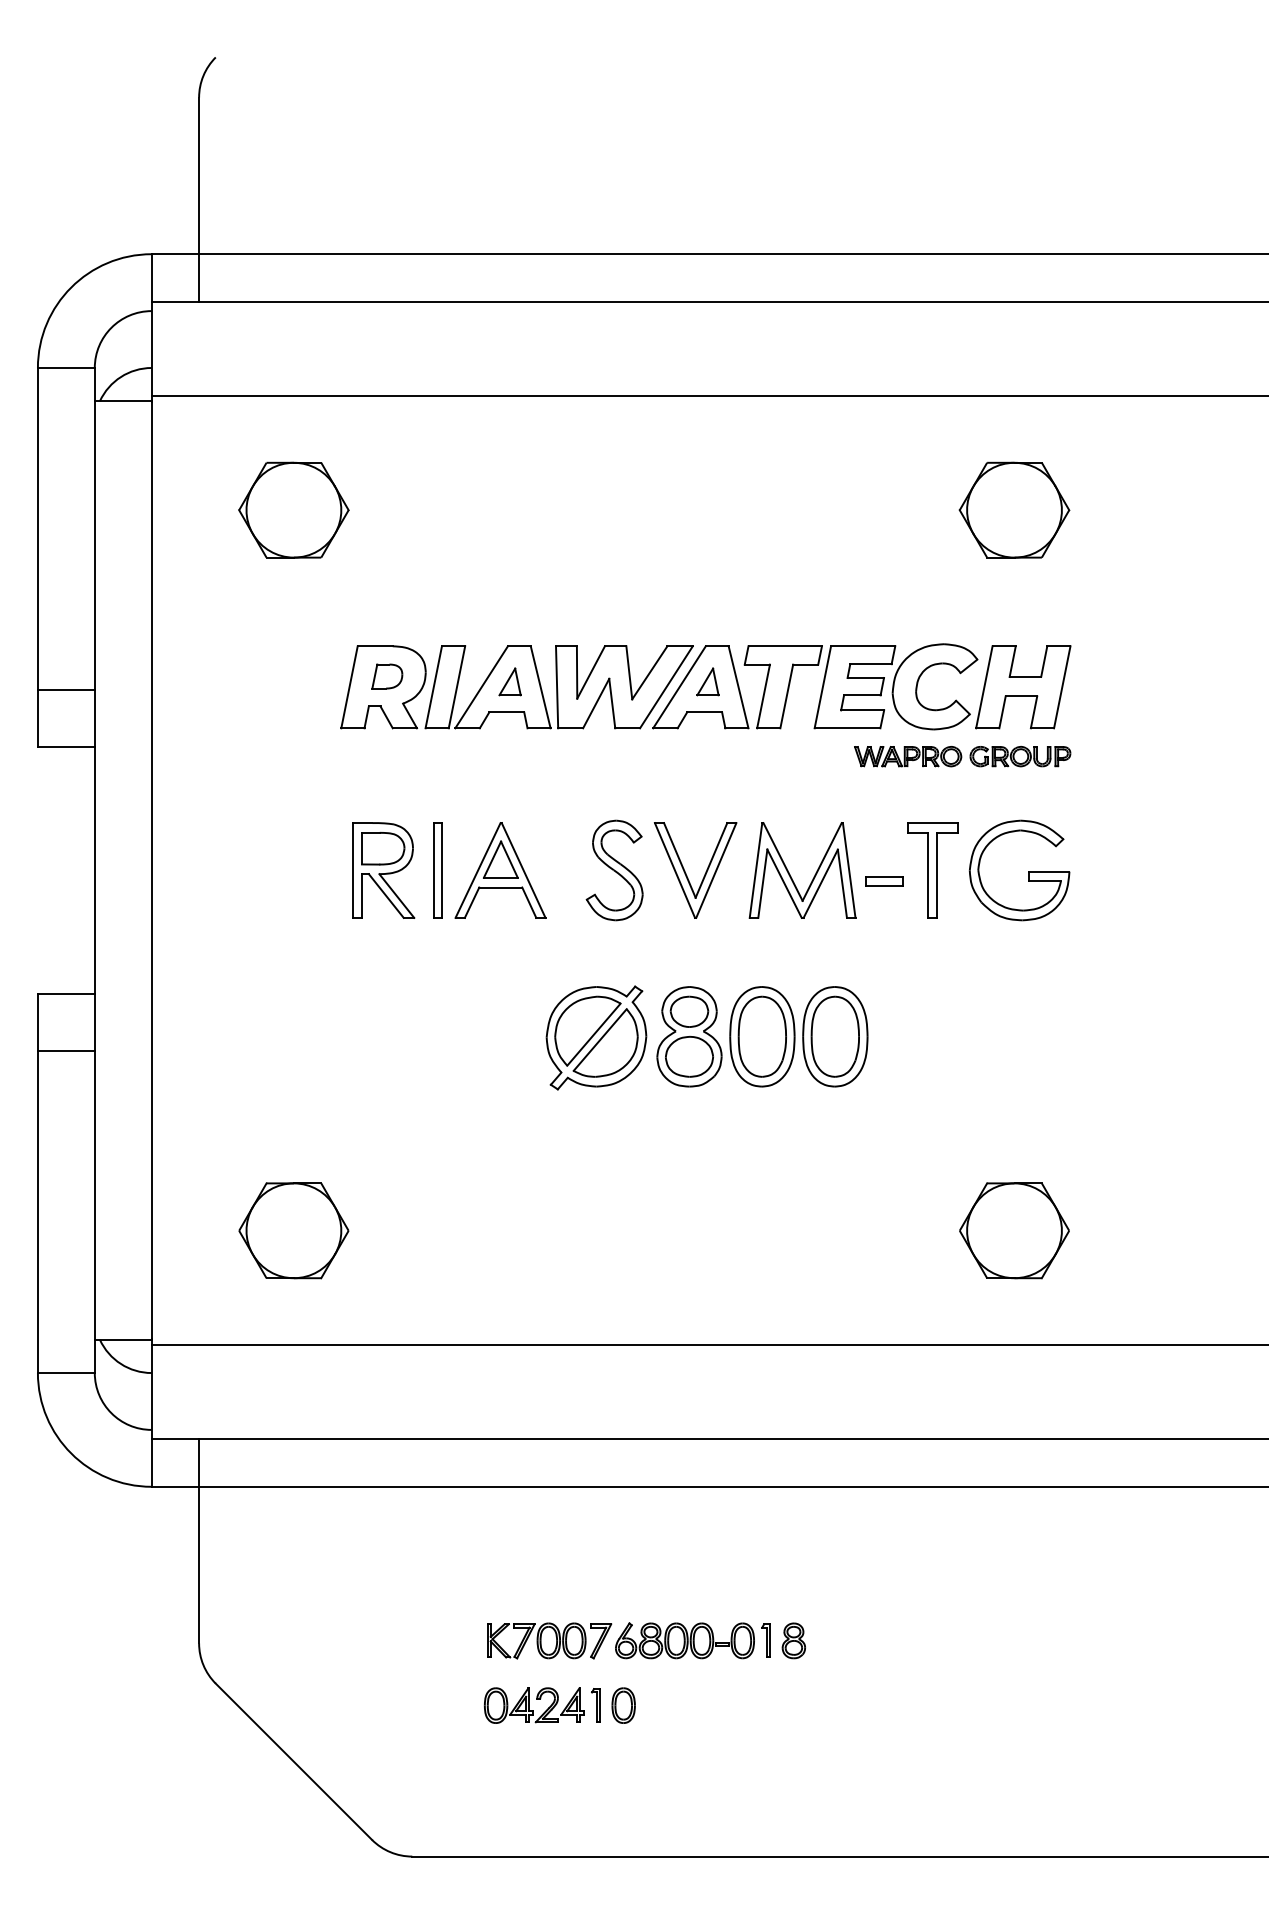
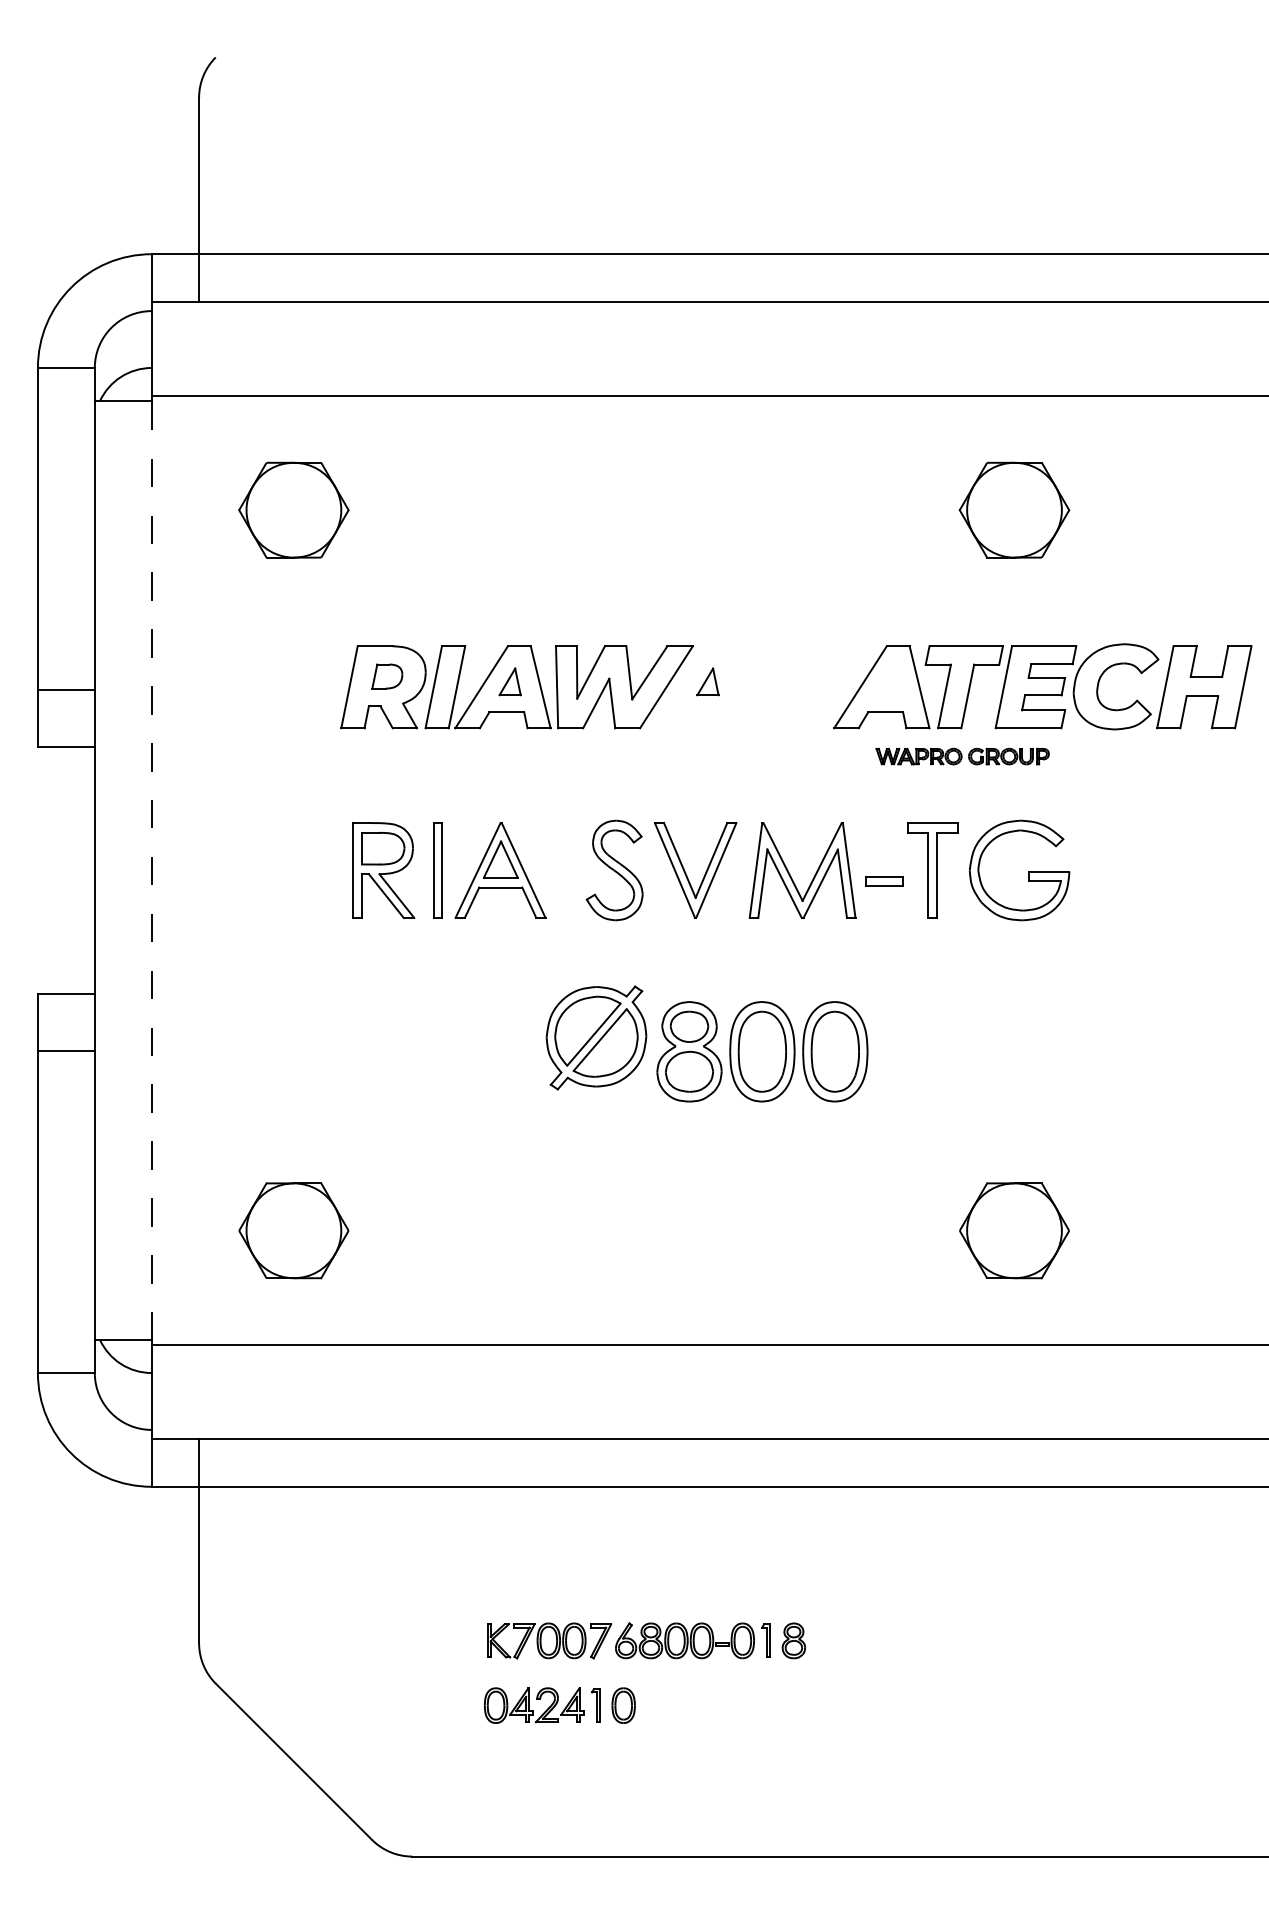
part at (861, 686) position: (861, 686) -> (1042, 686)
part at (962, 756) size: 218x23 px -> 175x19 px
line at (151, 870): solid -> dashed
part at (762, 1036) position: (762, 1036) -> (762, 1051)
